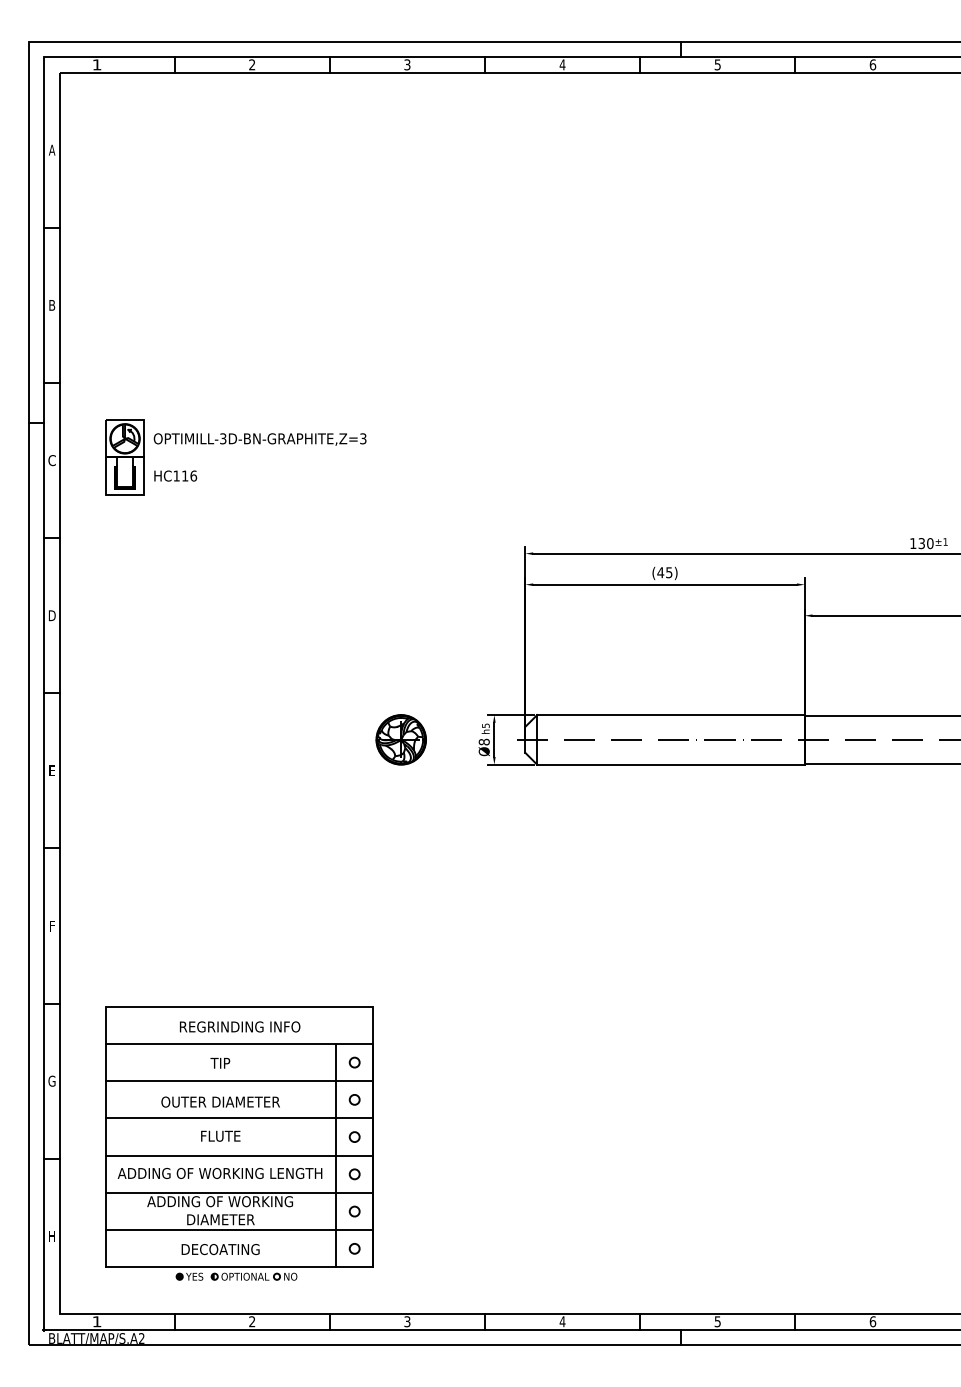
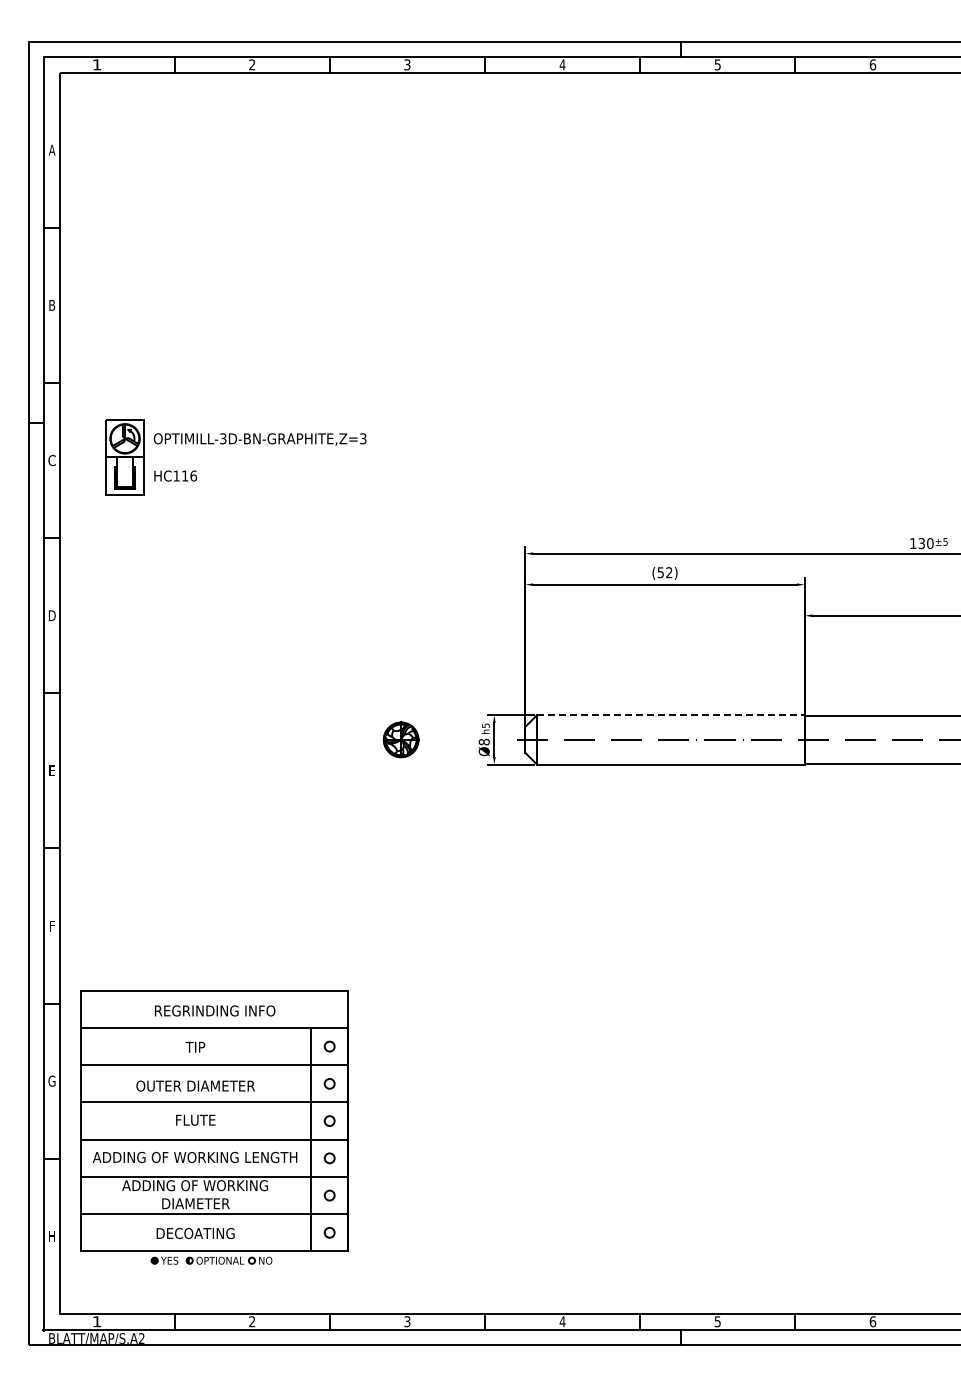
text at (945, 541): ±1 -> ±5
text at (664, 572): (45) -> (52)
line at (670, 715): solid -> dashed
part at (400, 739) size: 52x52 px -> 38x38 px
part at (239, 1143) position: (239, 1143) -> (214, 1127)
